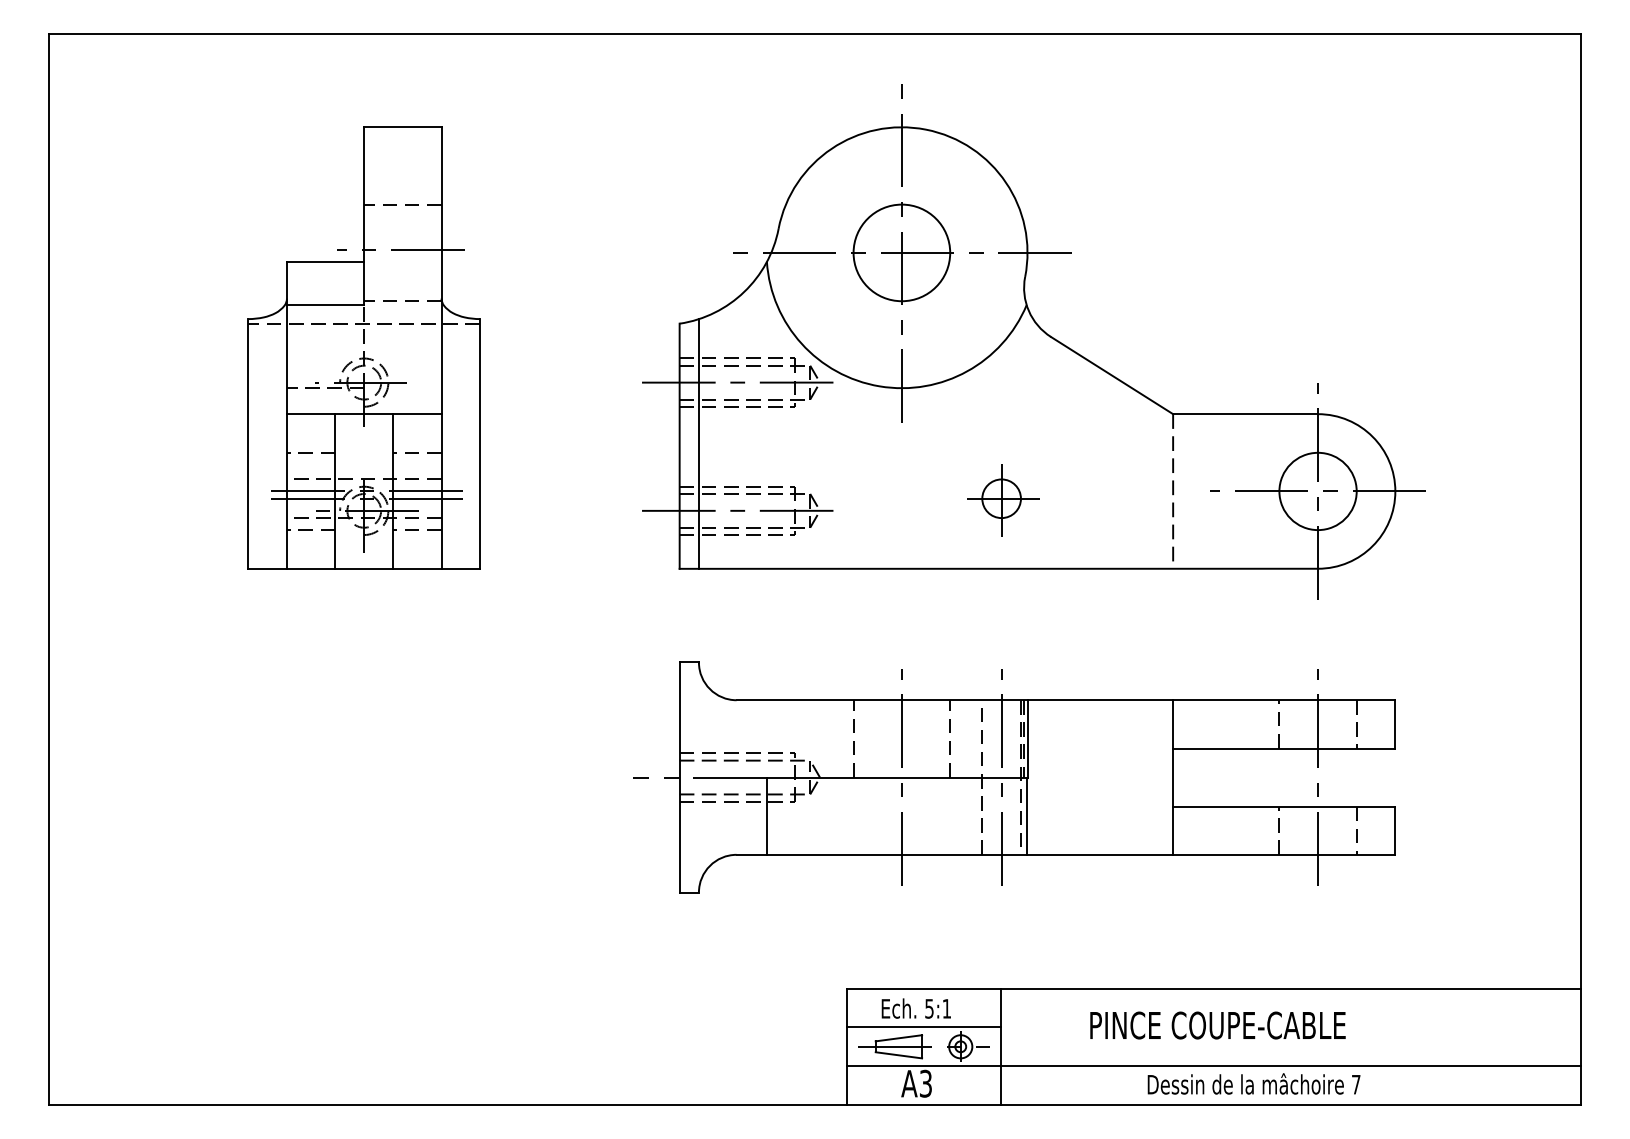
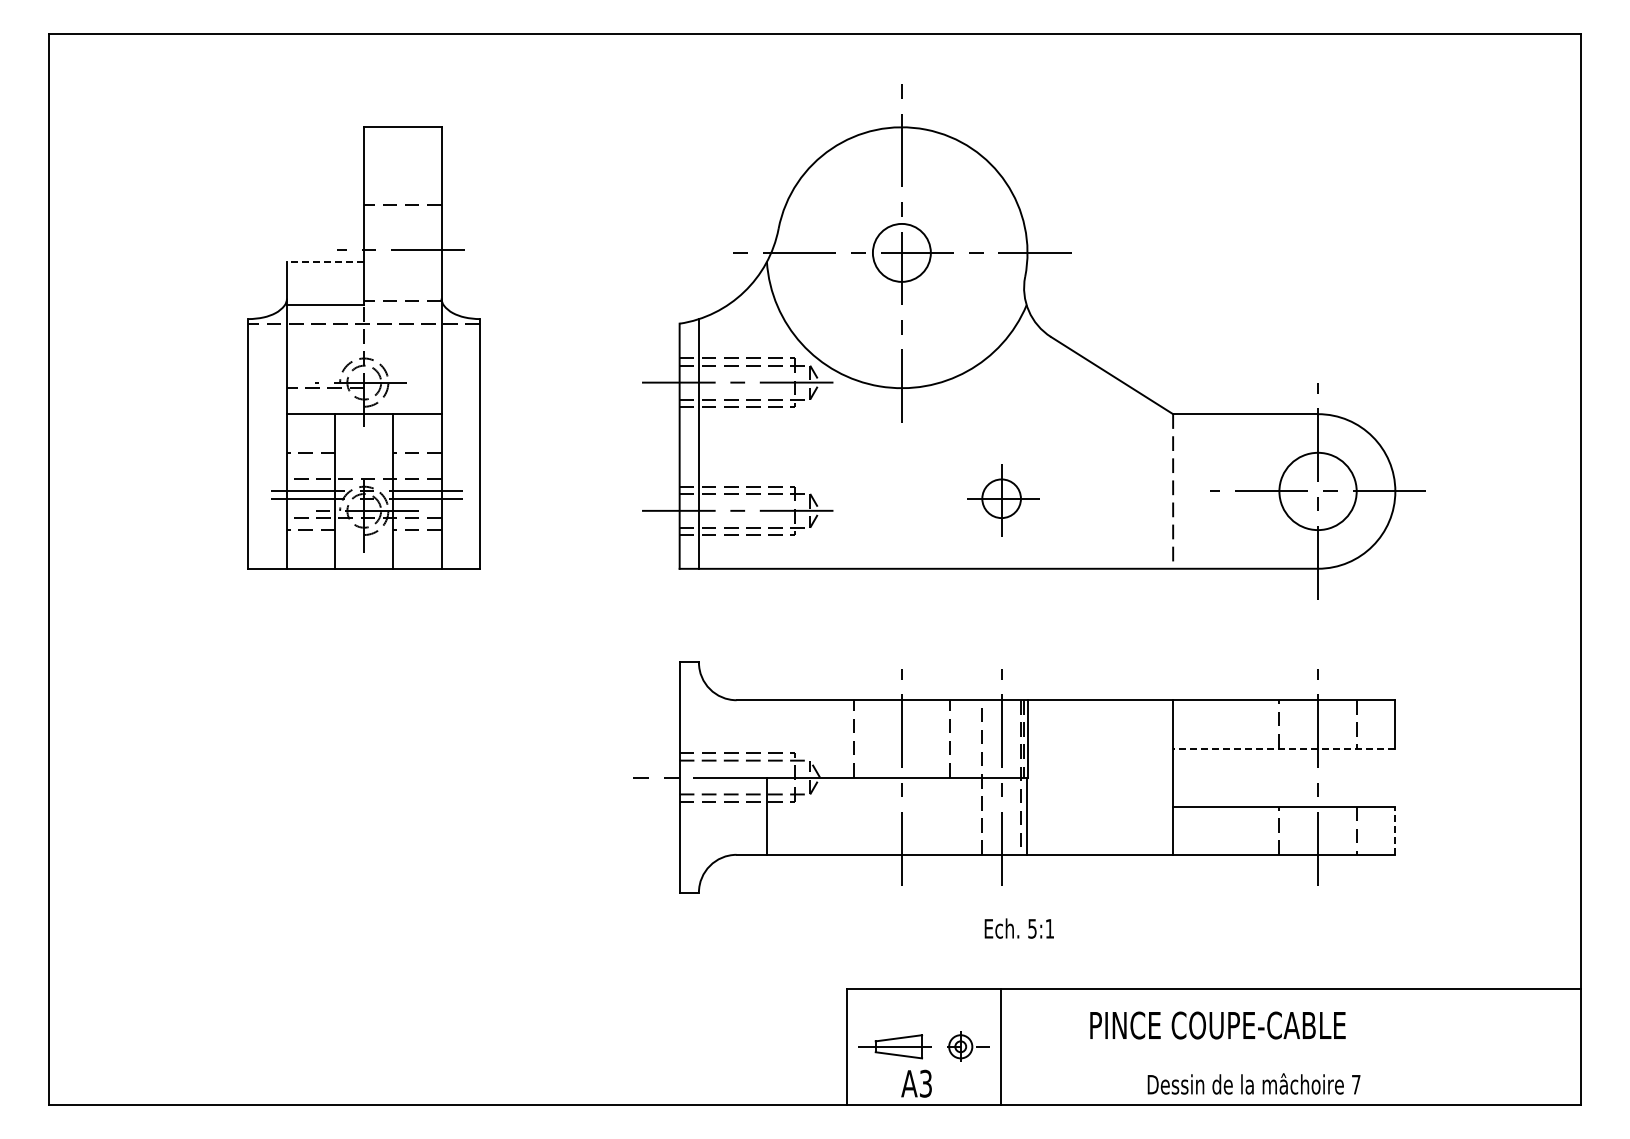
circle at (901, 252) diameter: 97 px -> 58 px
line at (325, 261): solid -> dashed
line at (1283, 748): solid -> dashed
line at (1395, 830): solid -> dashed
text at (915, 1008) position: (915, 1008) -> (1018, 928)
line at (923, 1027): present -> none
line at (1213, 1066): present -> none
